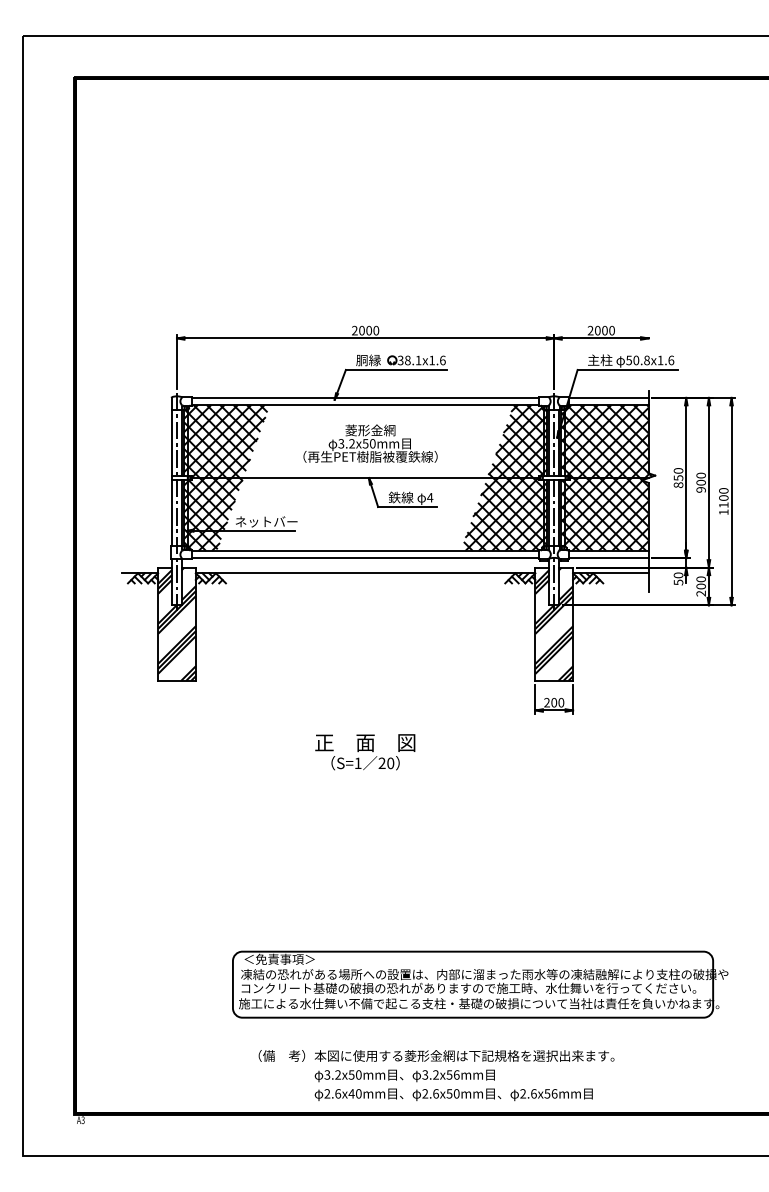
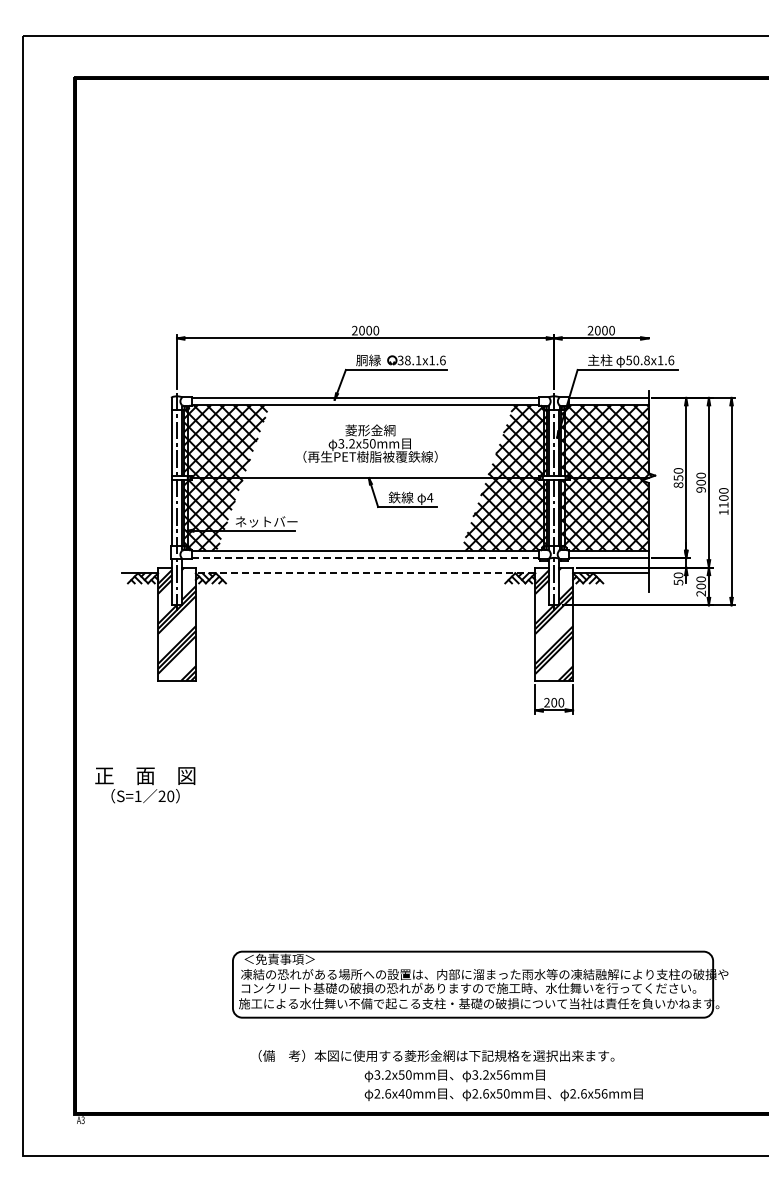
line at (365, 558): solid -> dashed
line at (365, 573): solid -> dashed
text at (365, 752) position: (365, 752) -> (145, 785)
text at (453, 1084) position: (453, 1084) -> (503, 1084)
